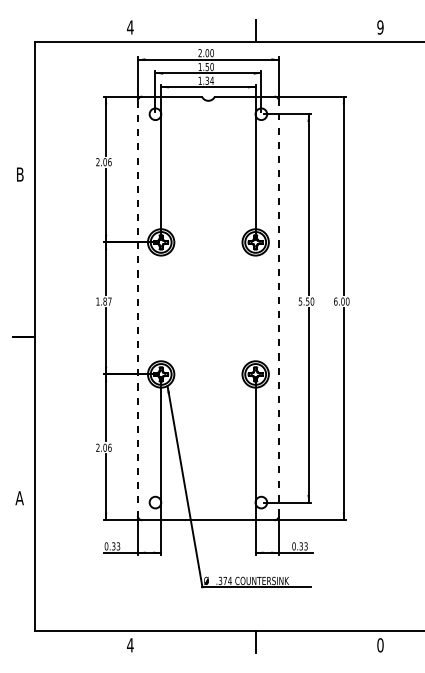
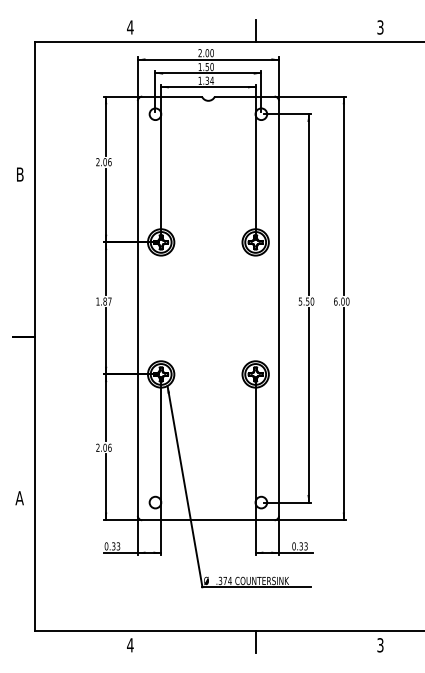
text at (380, 27): 9 -> 3
line at (279, 307): dashed -> solid
line at (137, 308): dashed -> solid
text at (380, 645): 0 -> 3
